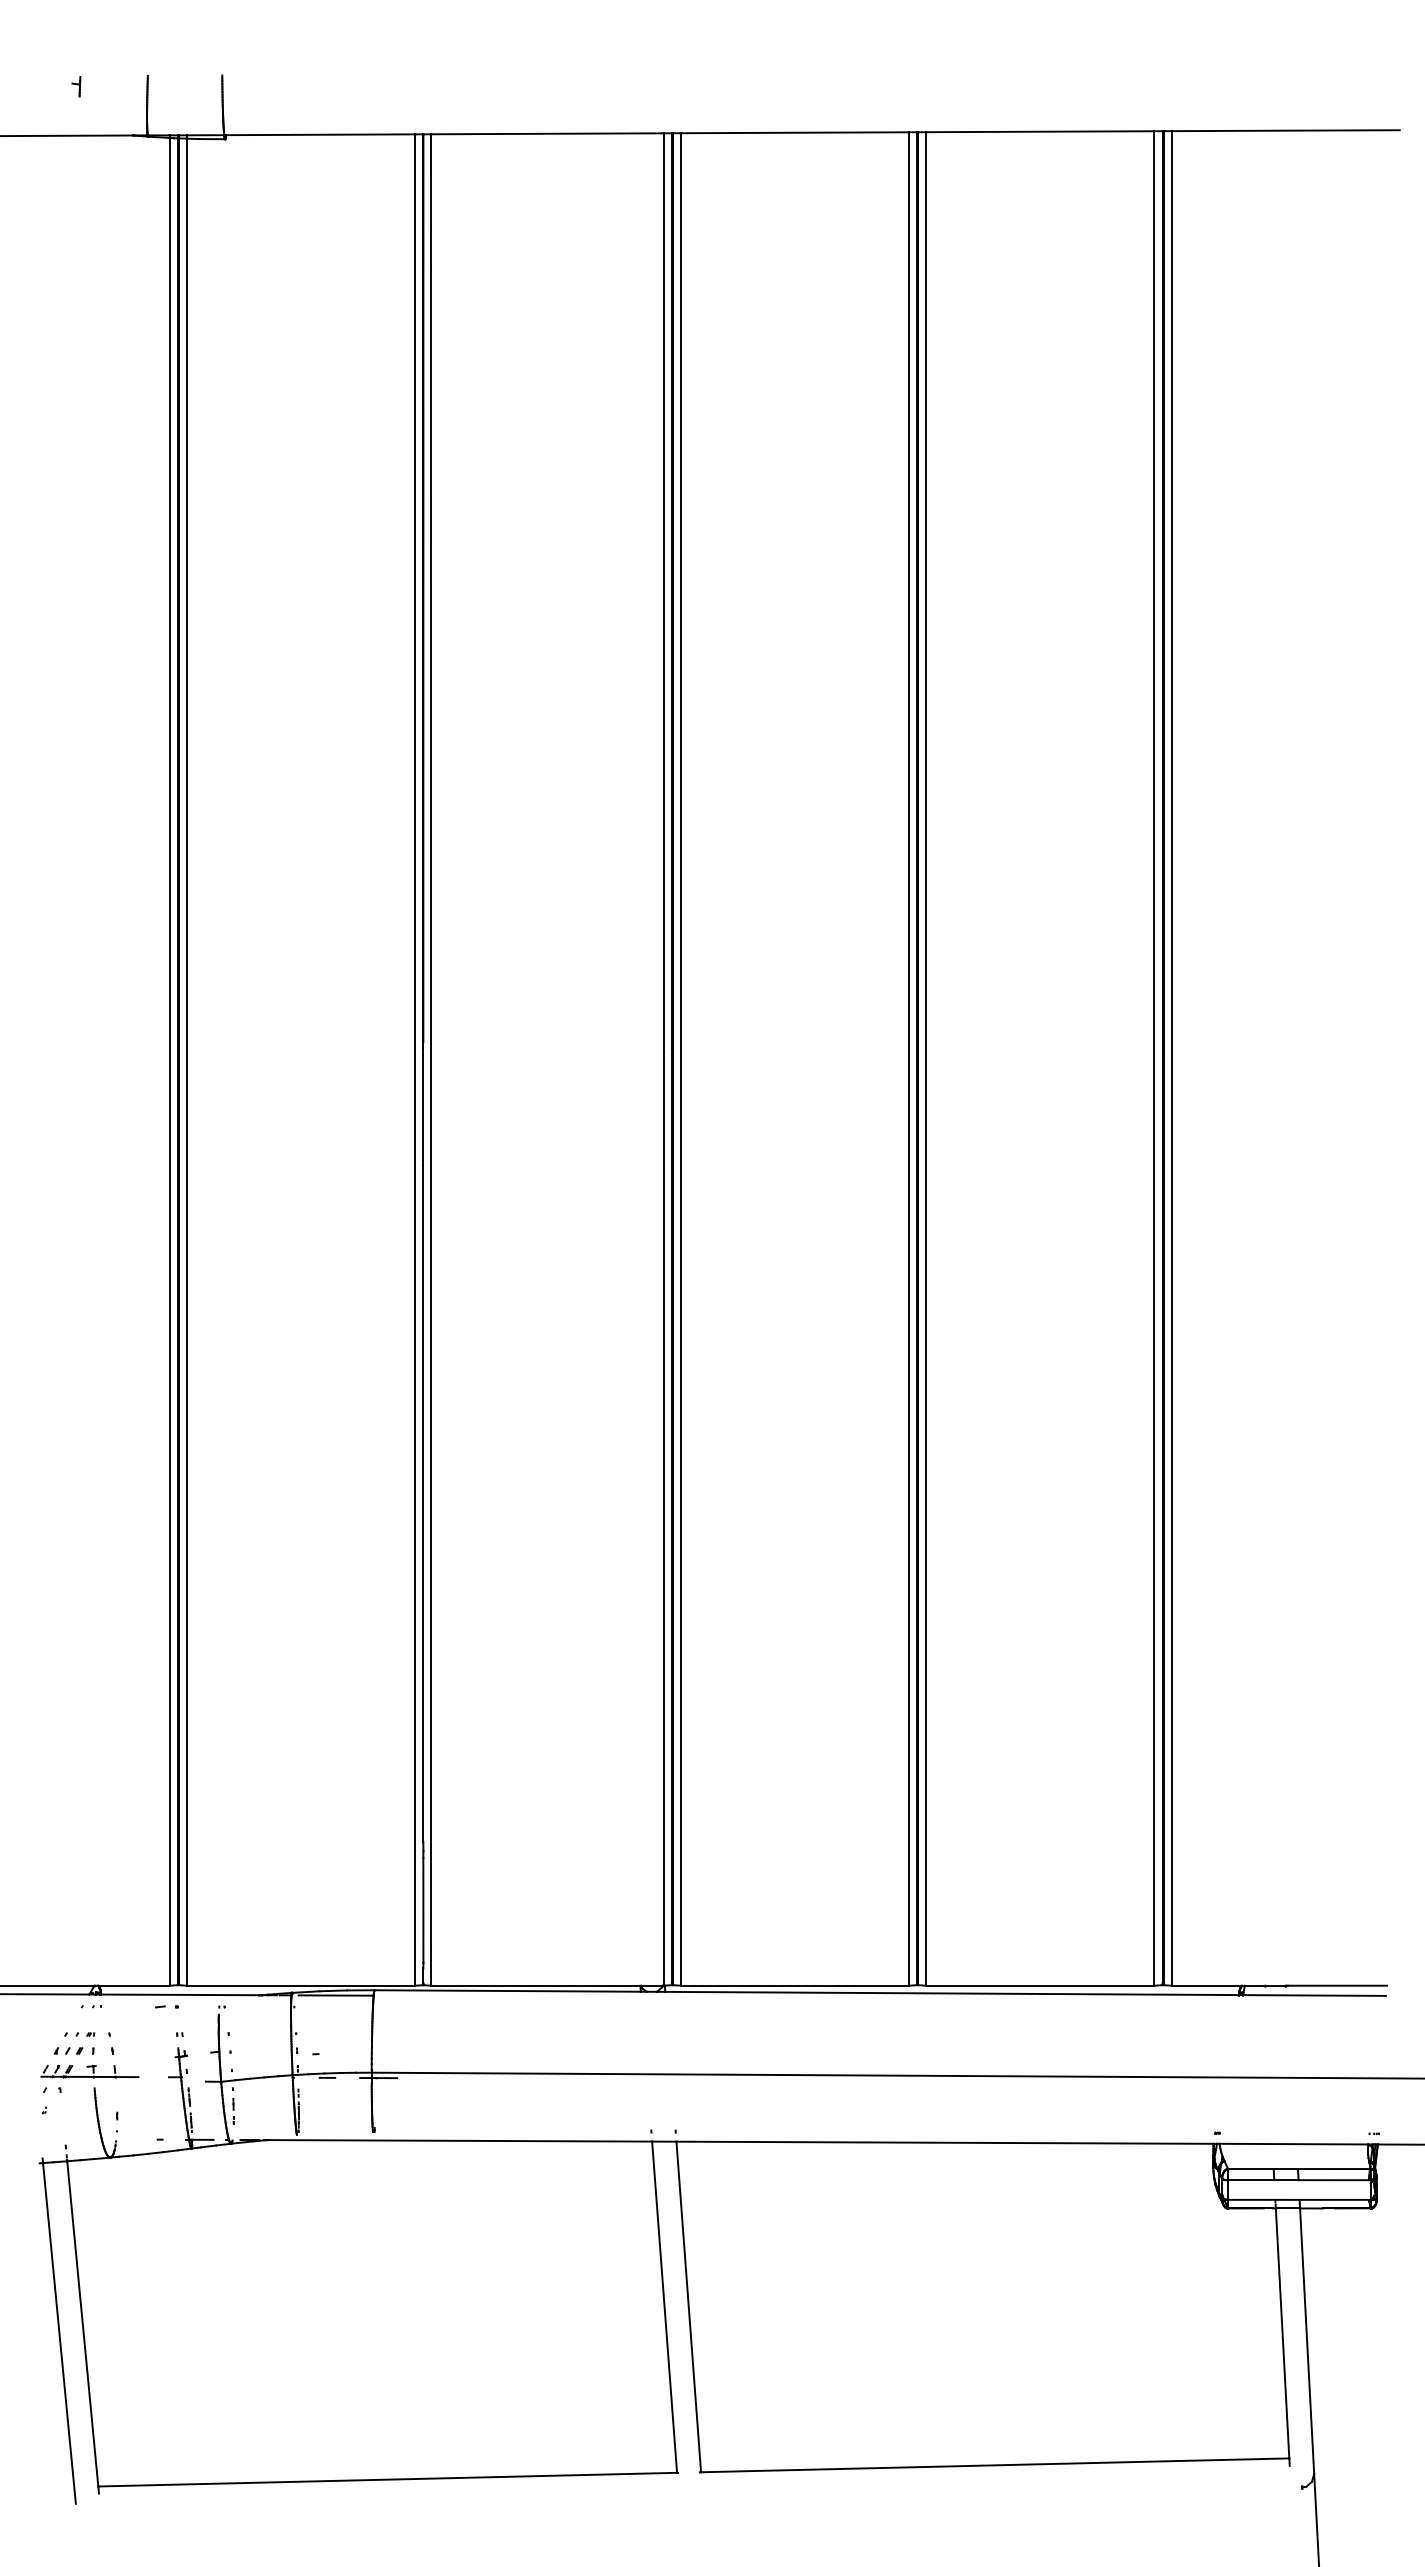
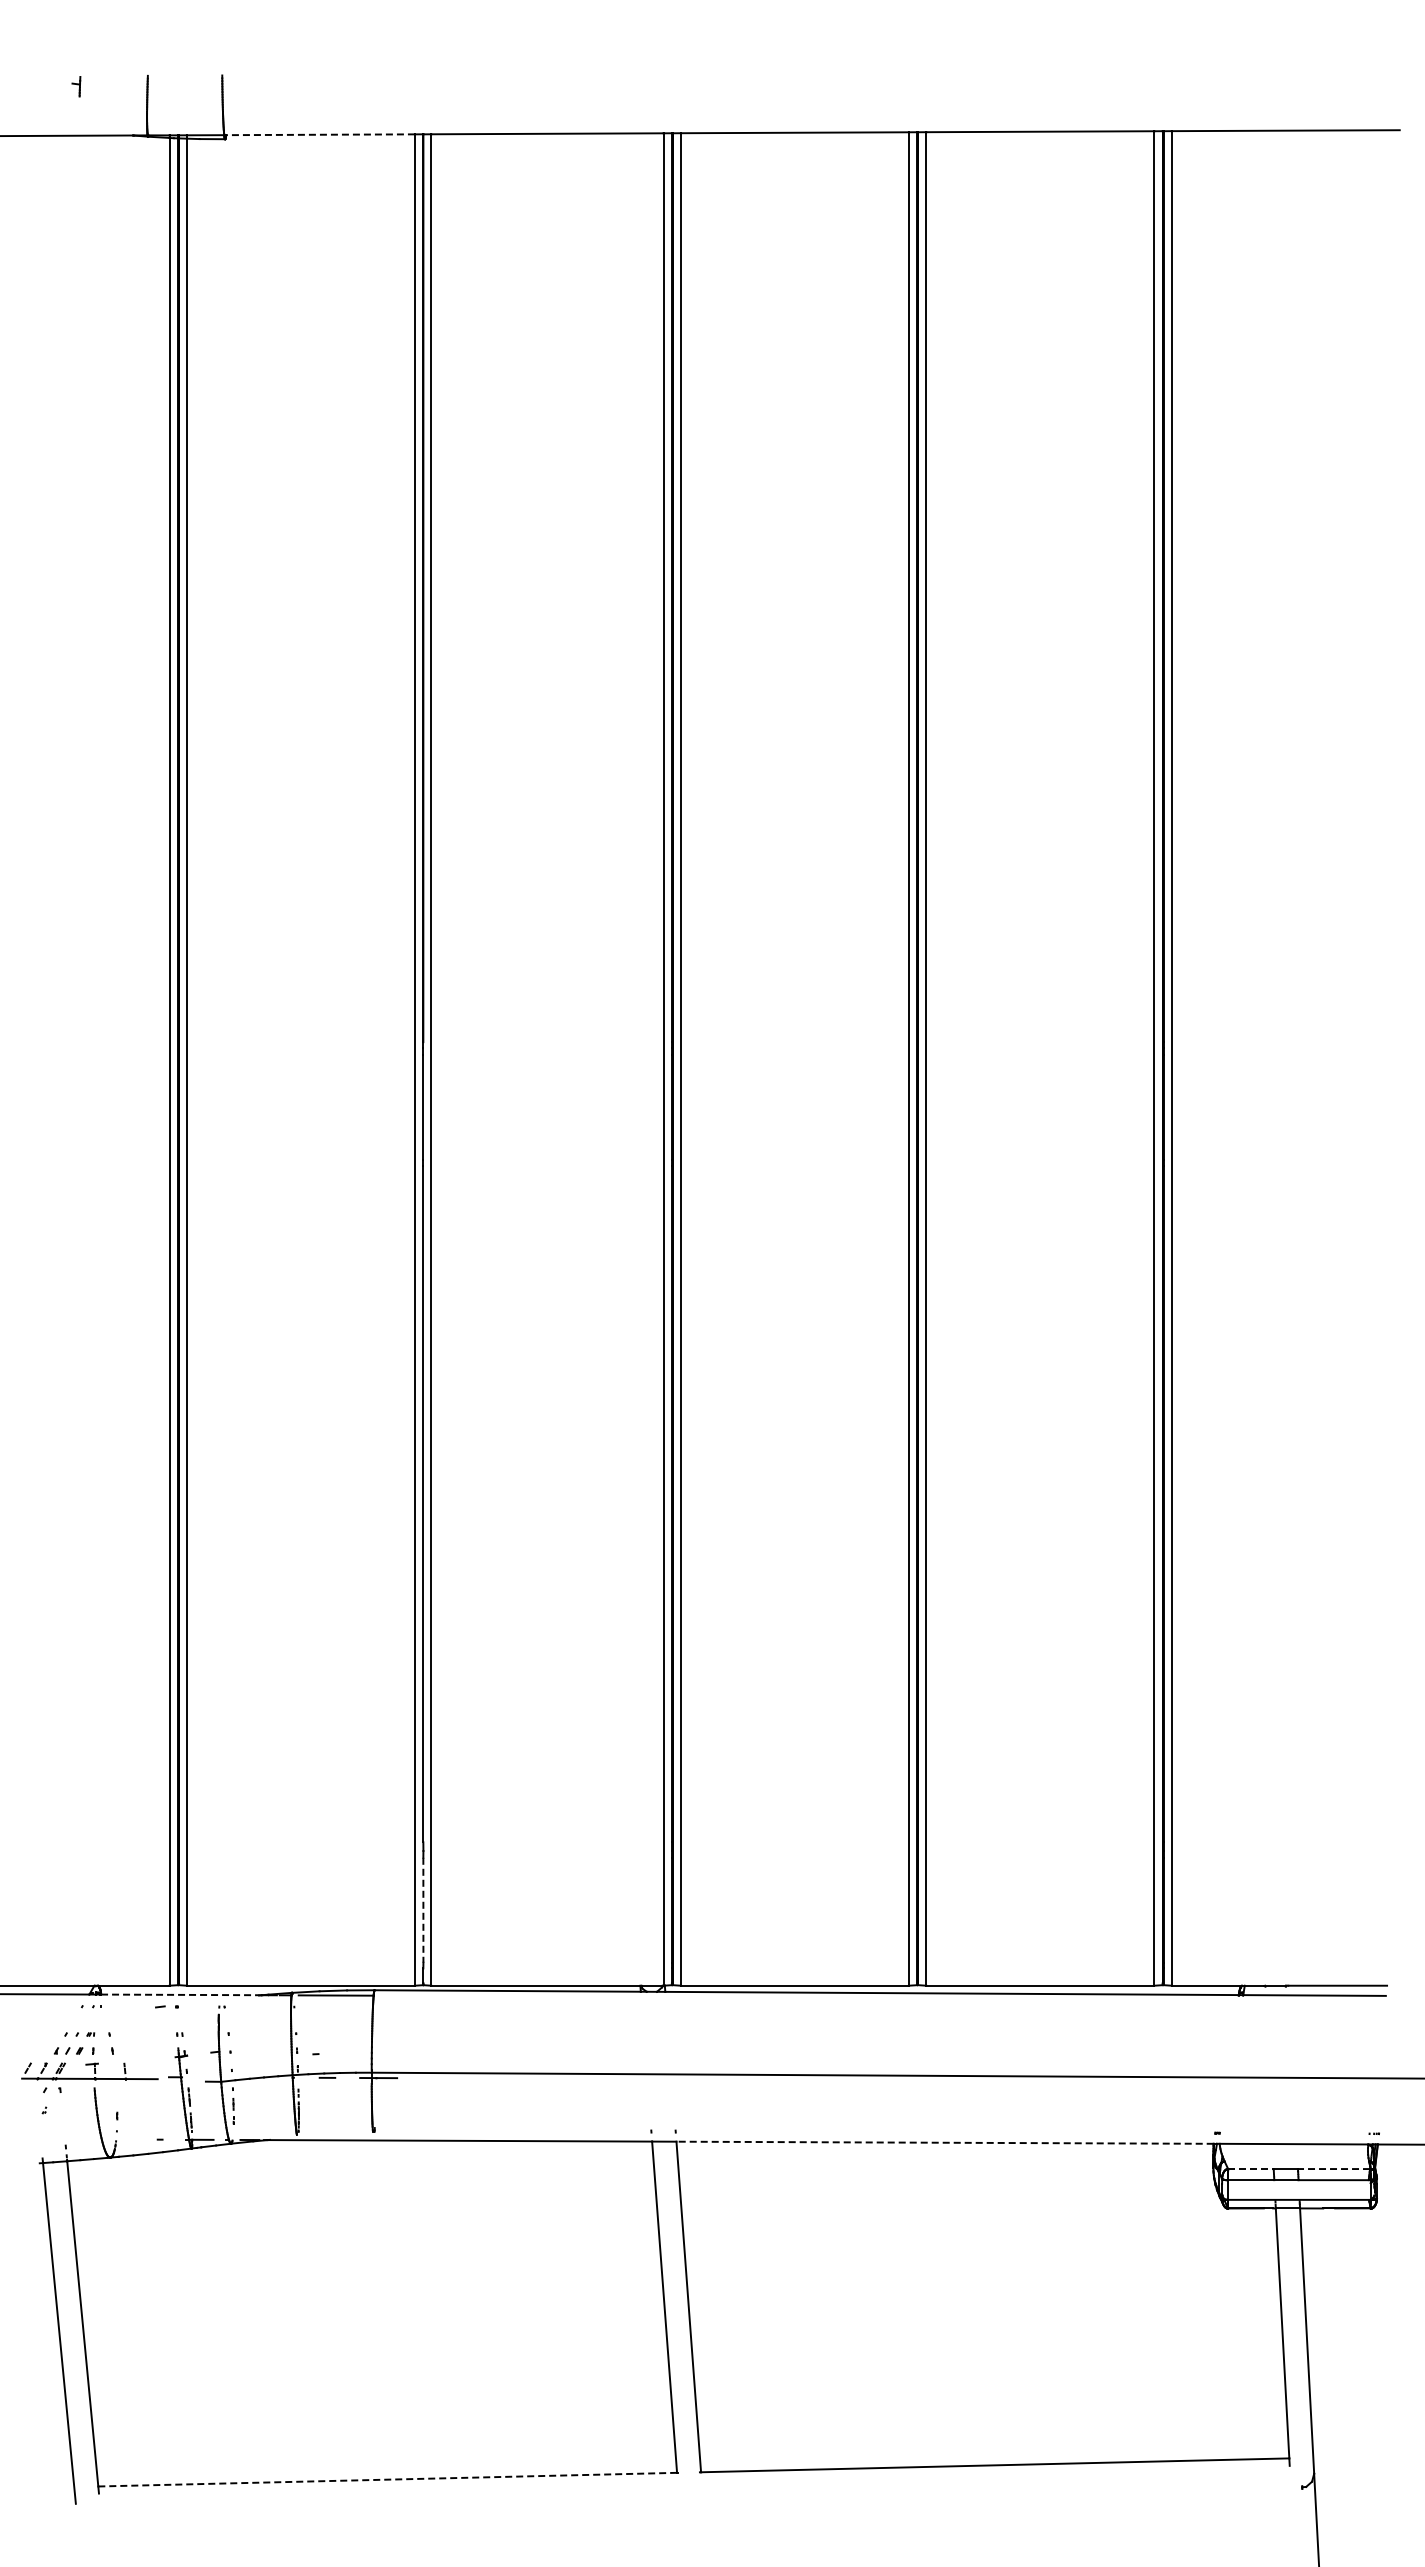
line at (320, 134): solid -> dashed
line at (423, 1910): solid -> dashed
line at (181, 1994): solid -> dashed
part at (89, 2071) size: 100x14 px -> 138x19 px
line at (945, 2142): solid -> dashed
line at (1250, 2169): solid -> dashed
line at (1333, 2169): solid -> dashed
line at (388, 2479): solid -> dashed
